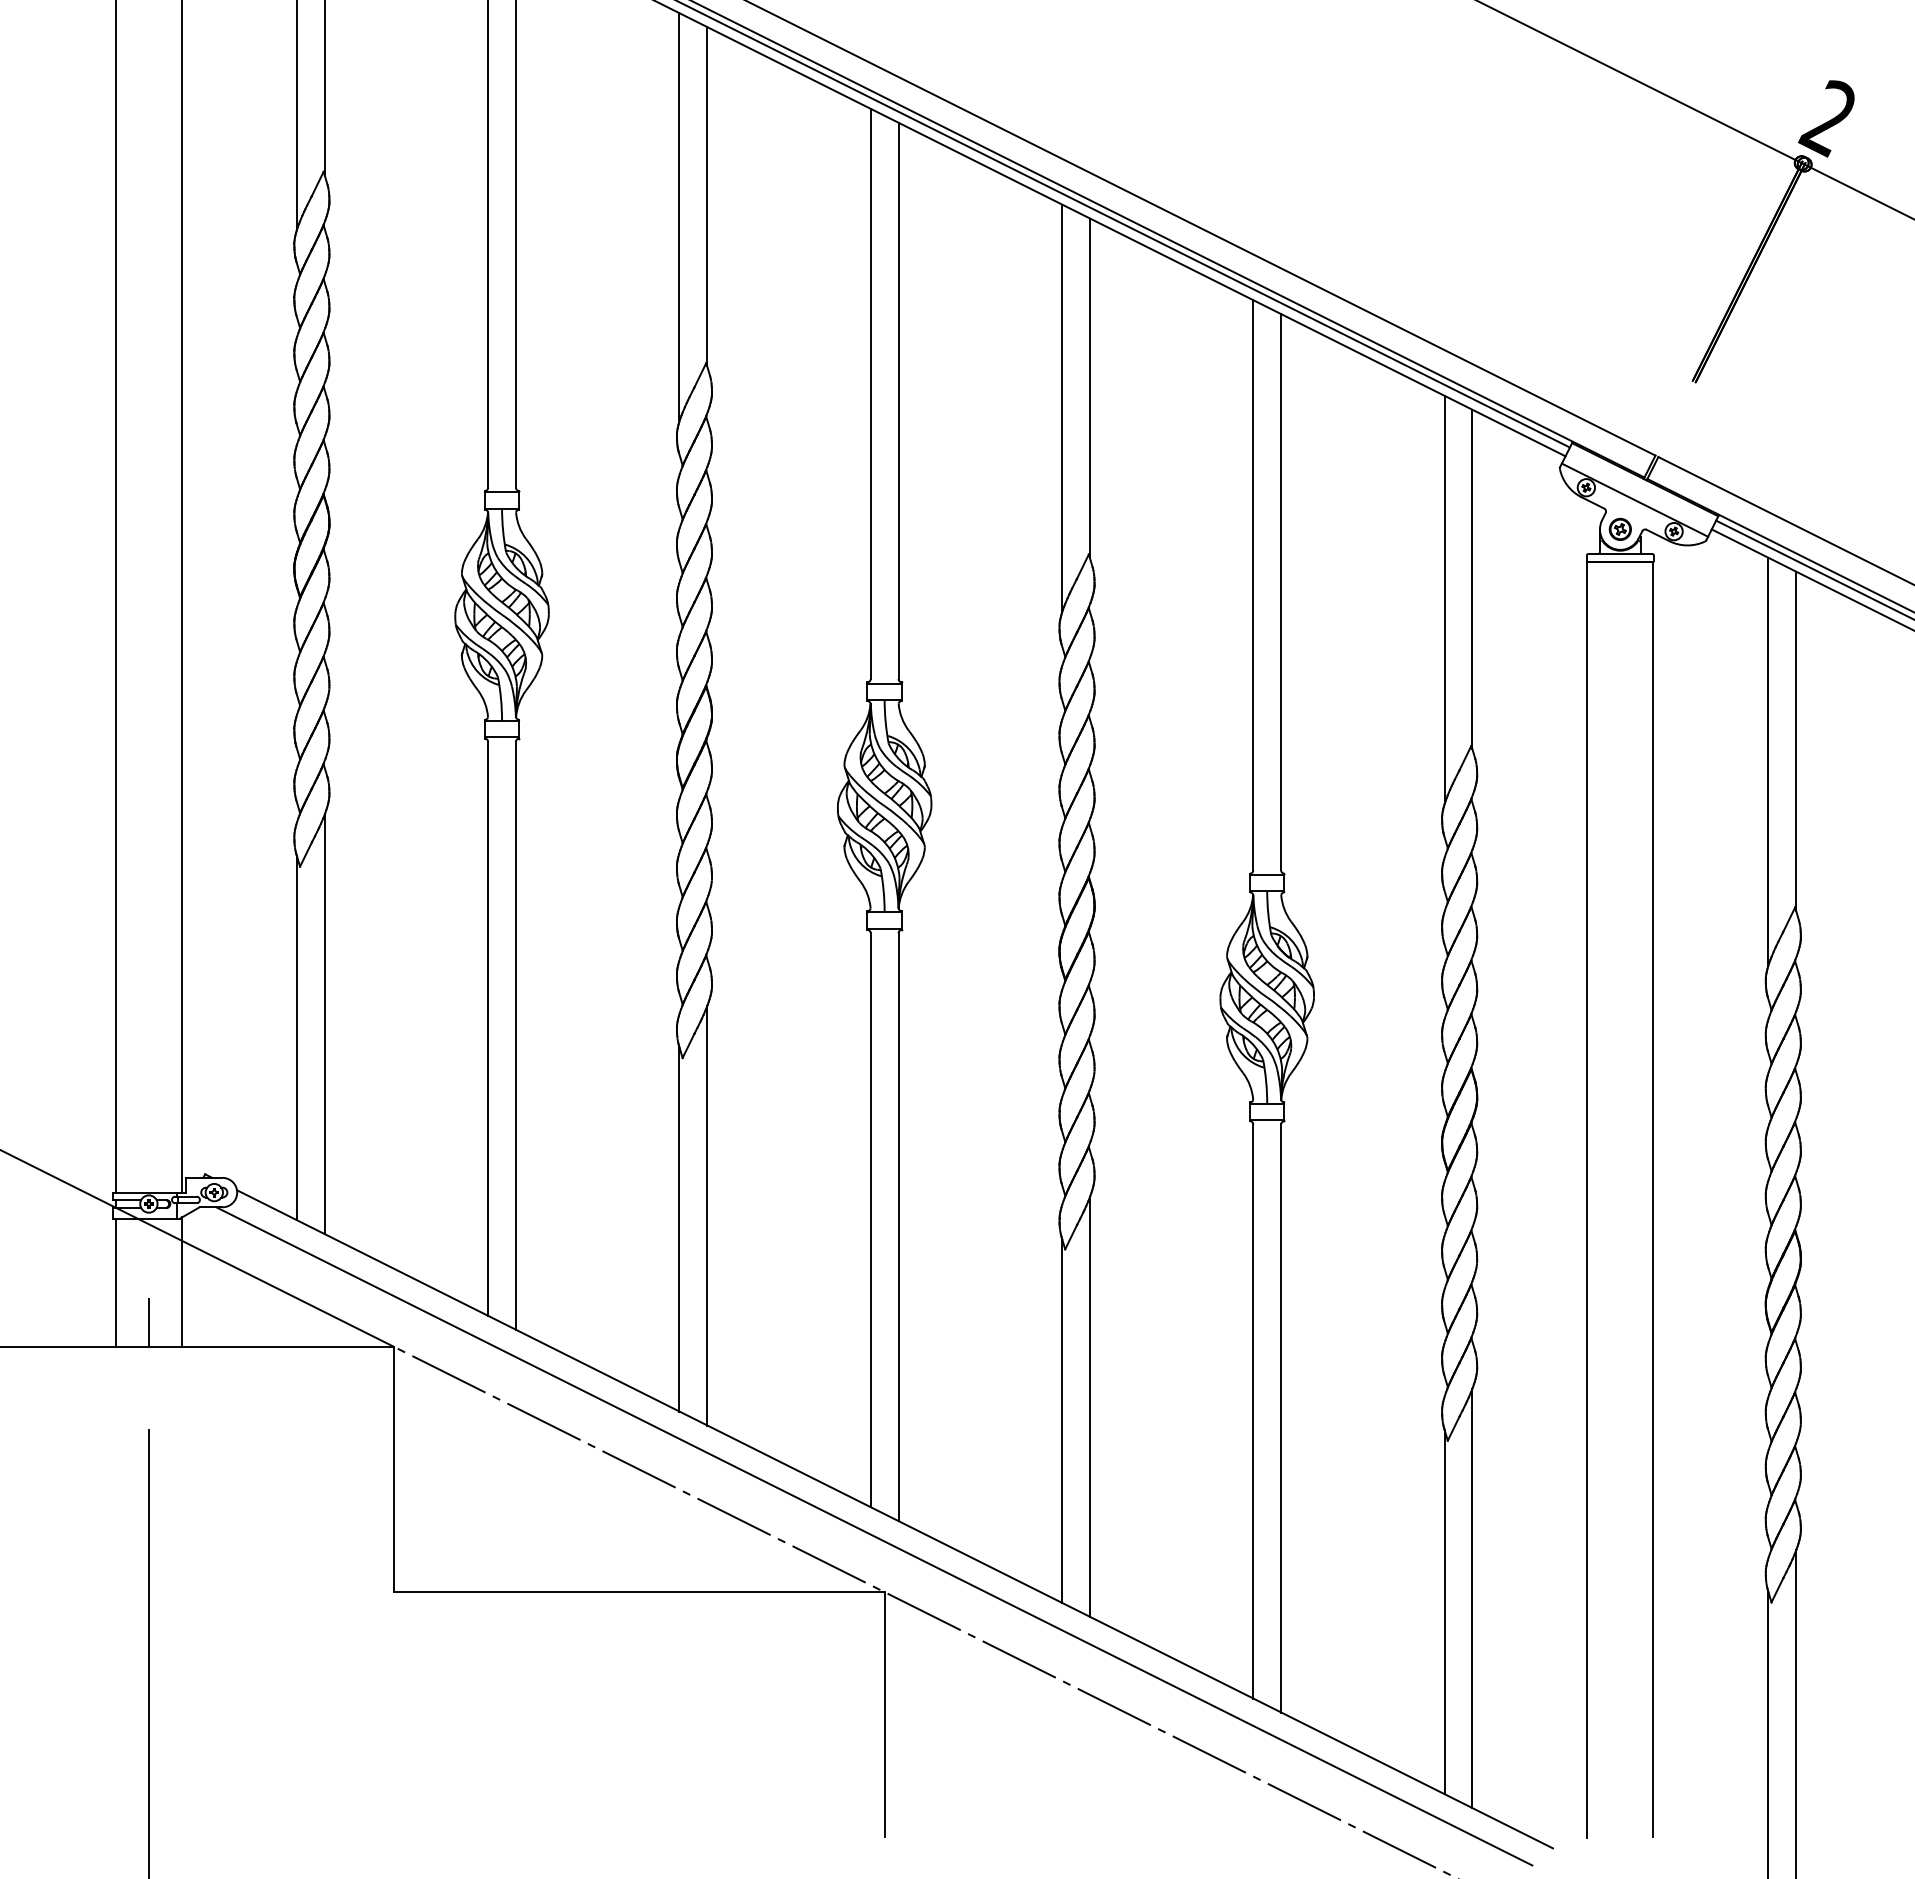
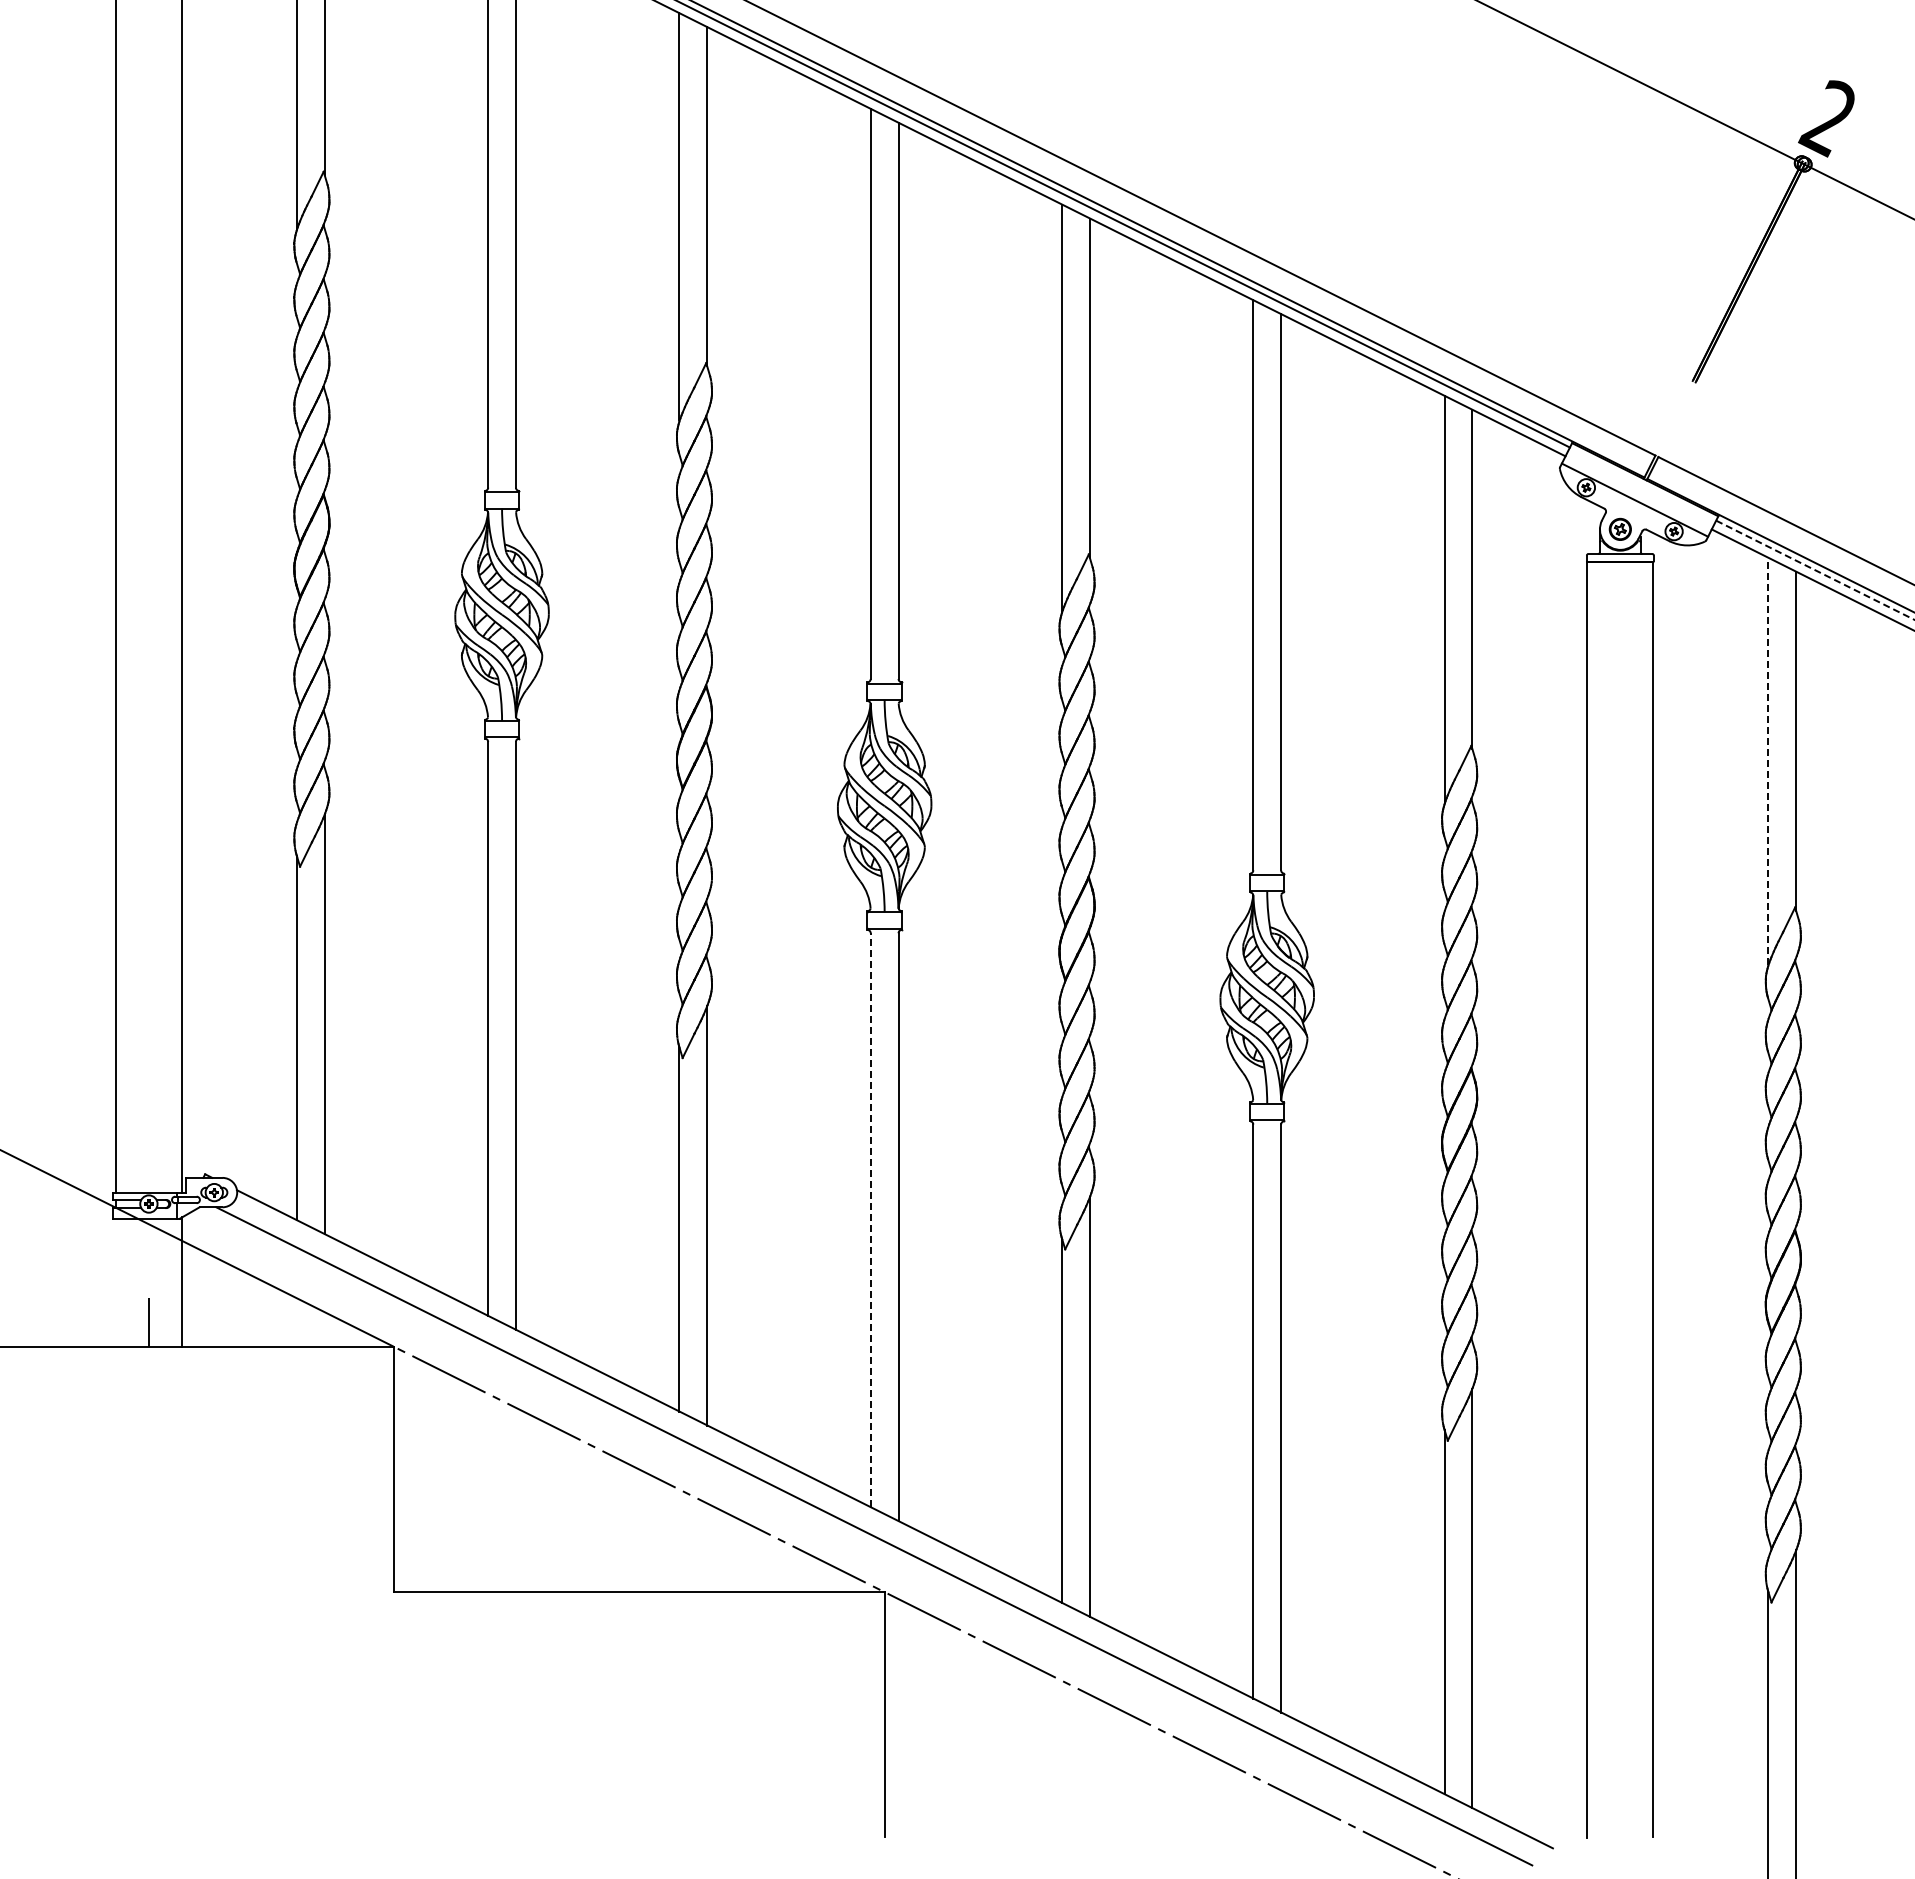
line at (1815, 570): solid -> dashed
line at (1768, 760): solid -> dashed
line at (870, 1219): solid -> dashed
line at (115, 1282): present -> none
line at (148, 1652): present -> none
